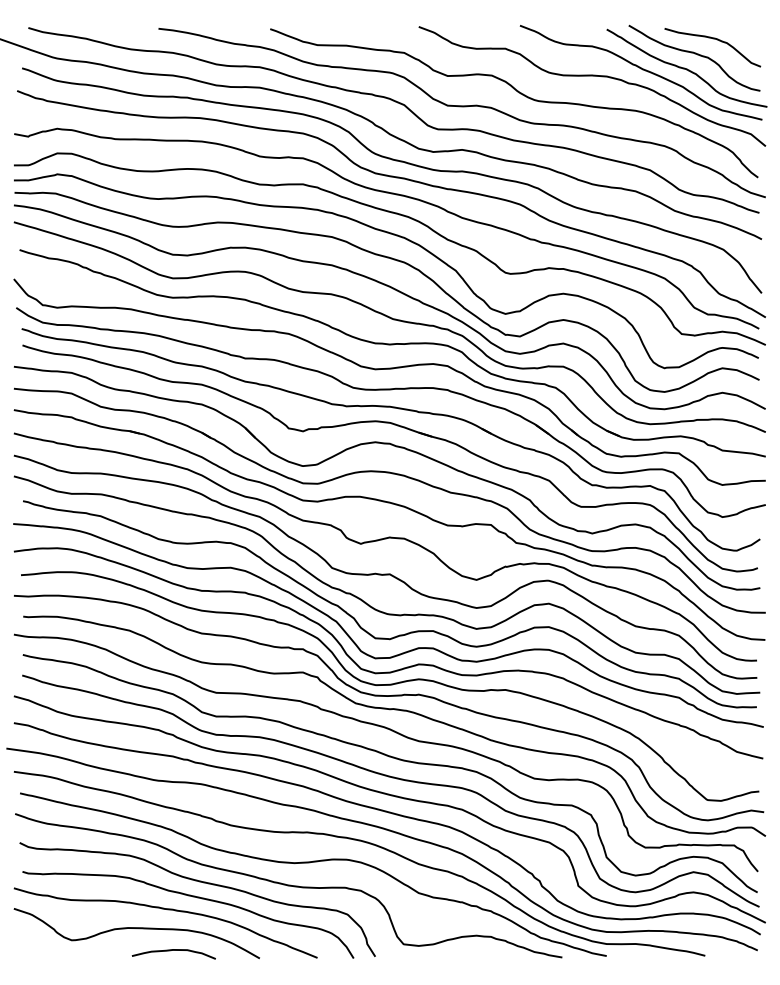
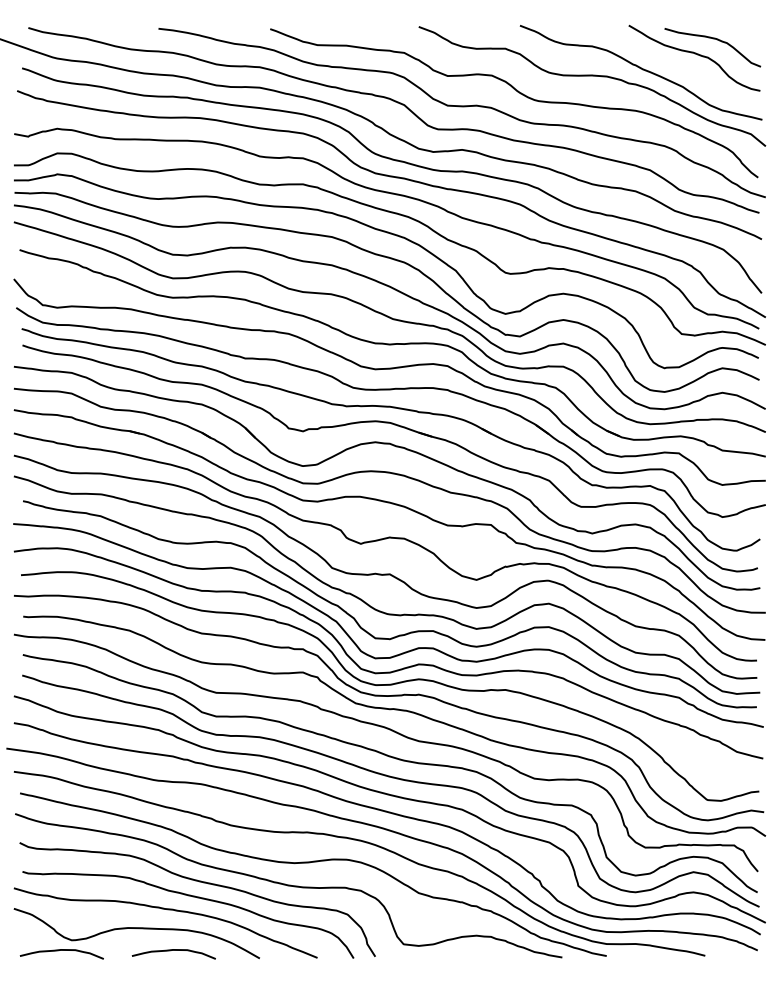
curve at (686, 68): present -> none
curve at (61, 950): none -> present
